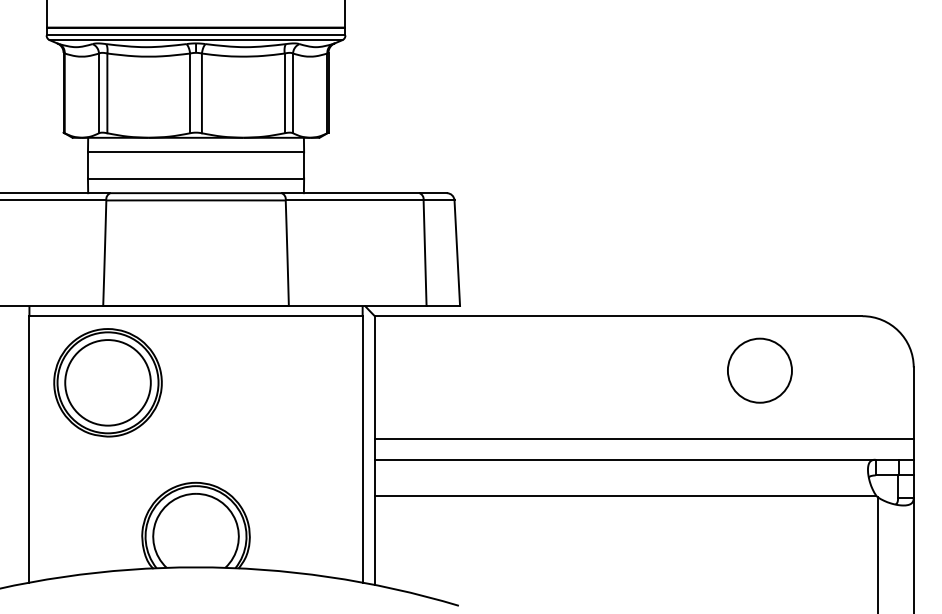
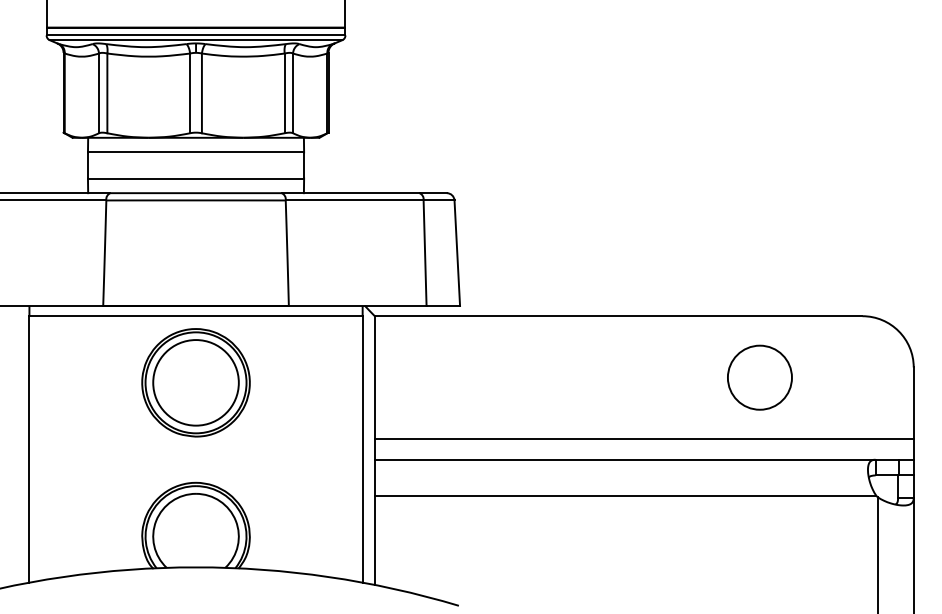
circle at (759, 370) position: (759, 370) -> (759, 377)
part at (107, 382) position: (107, 382) -> (195, 382)
